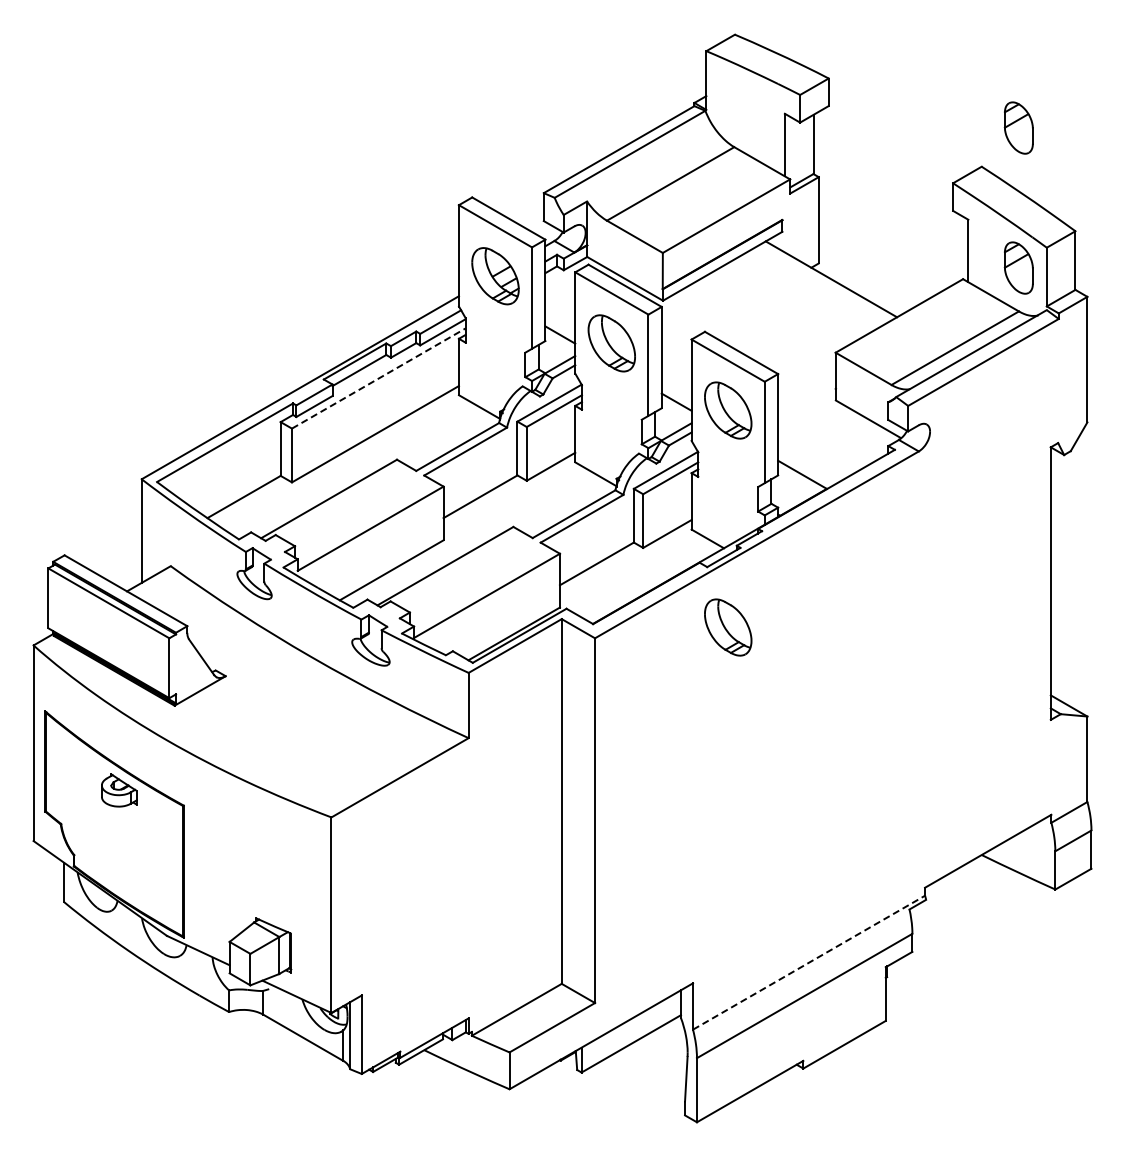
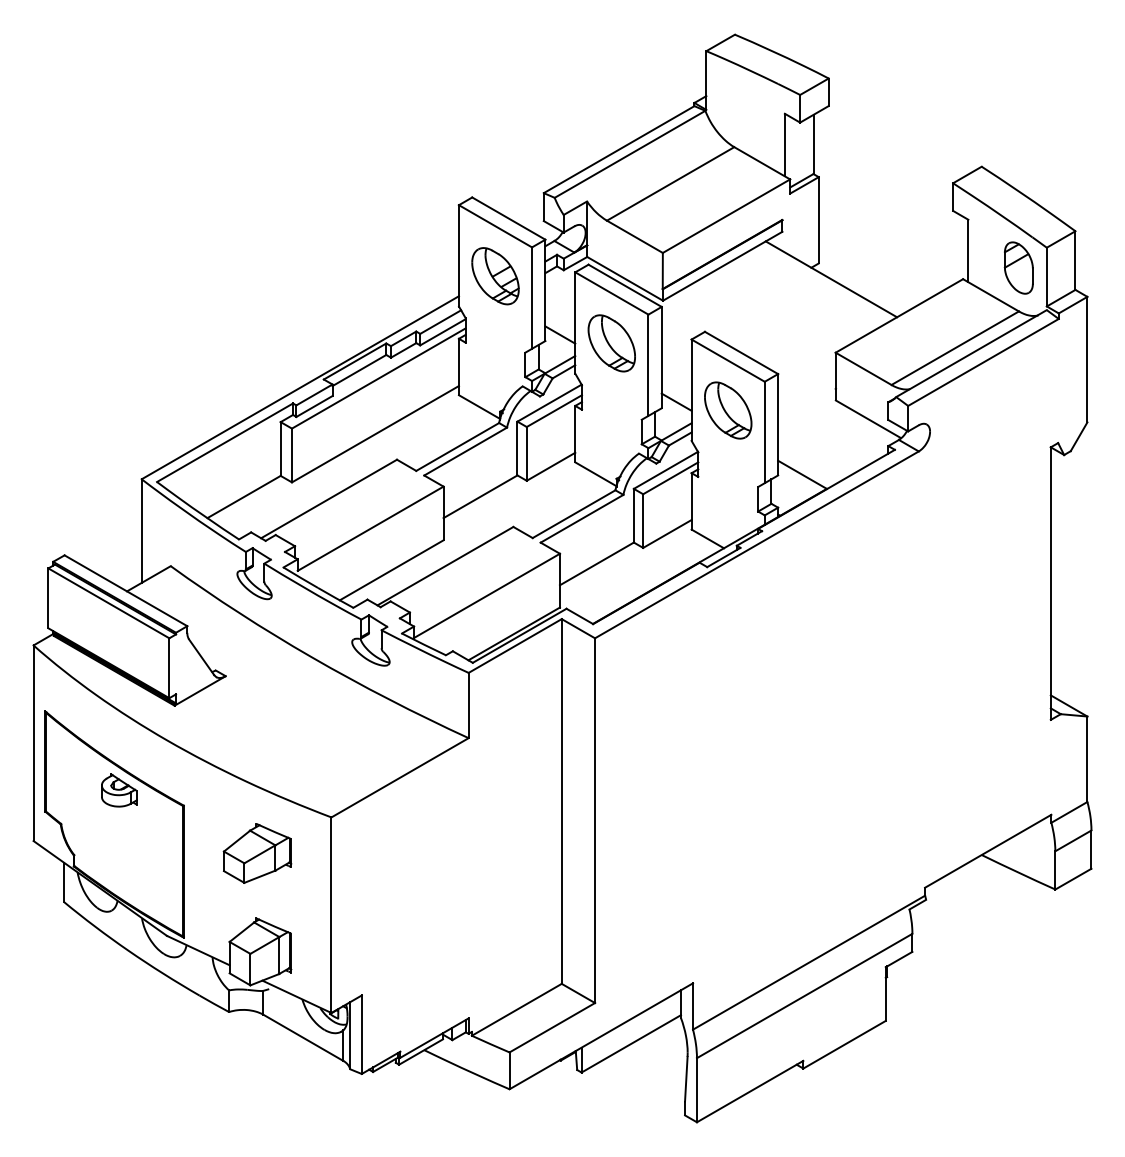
part at (1018, 127): present -> none
line at (379, 378): dashed -> solid
part at (728, 627): present -> none
part at (257, 853): none -> present
line at (809, 962): dashed -> solid
